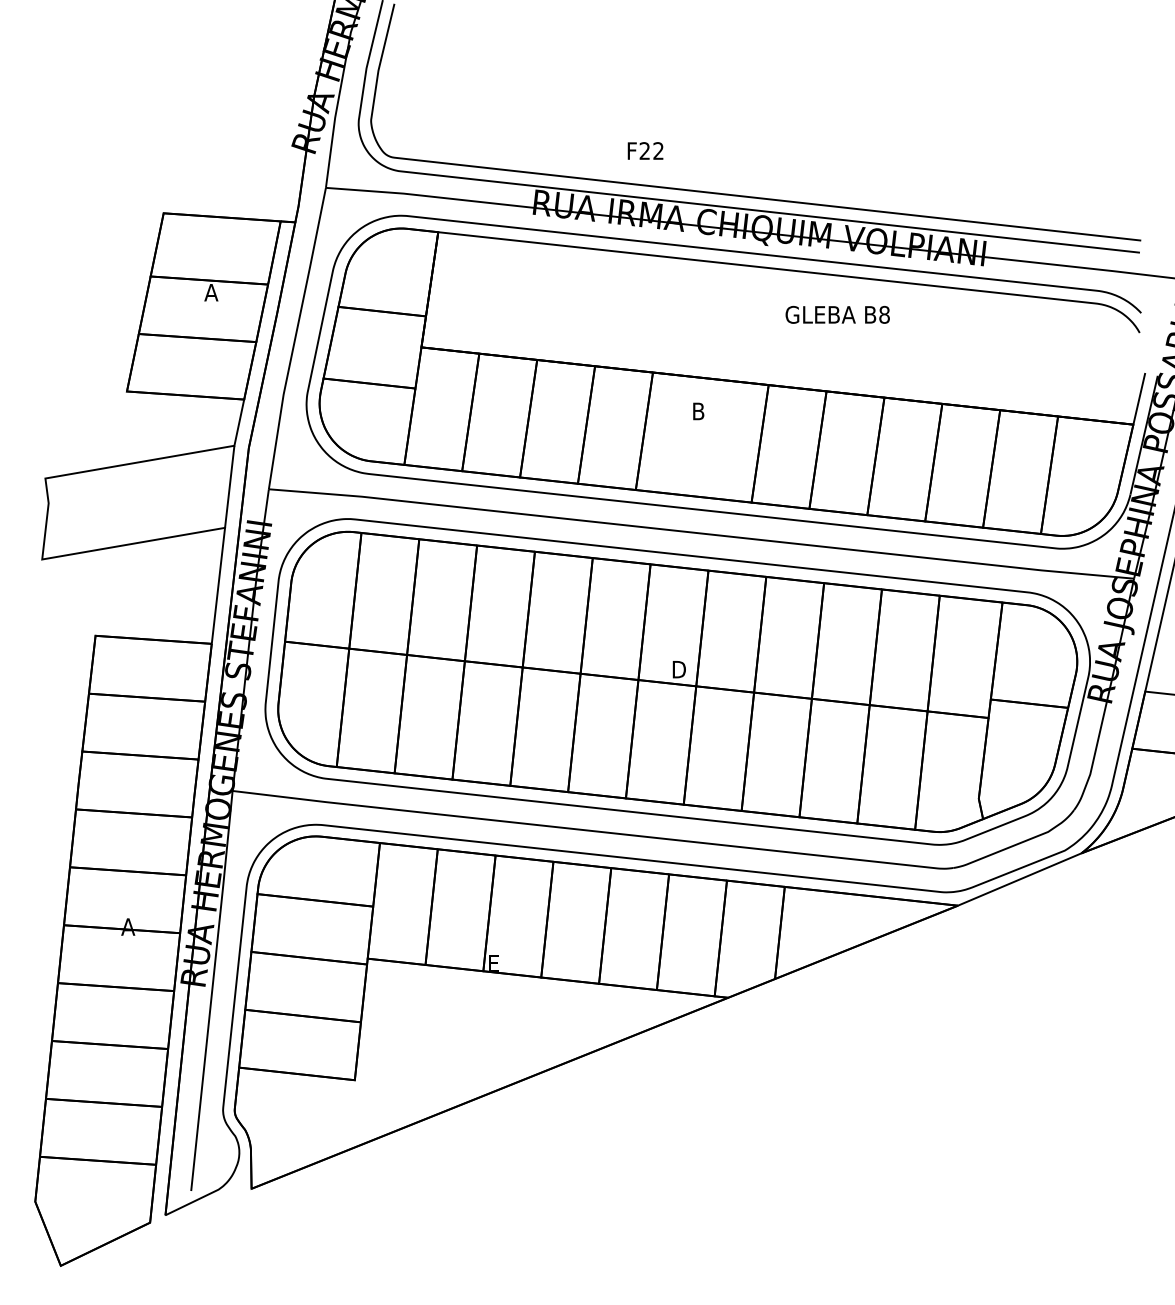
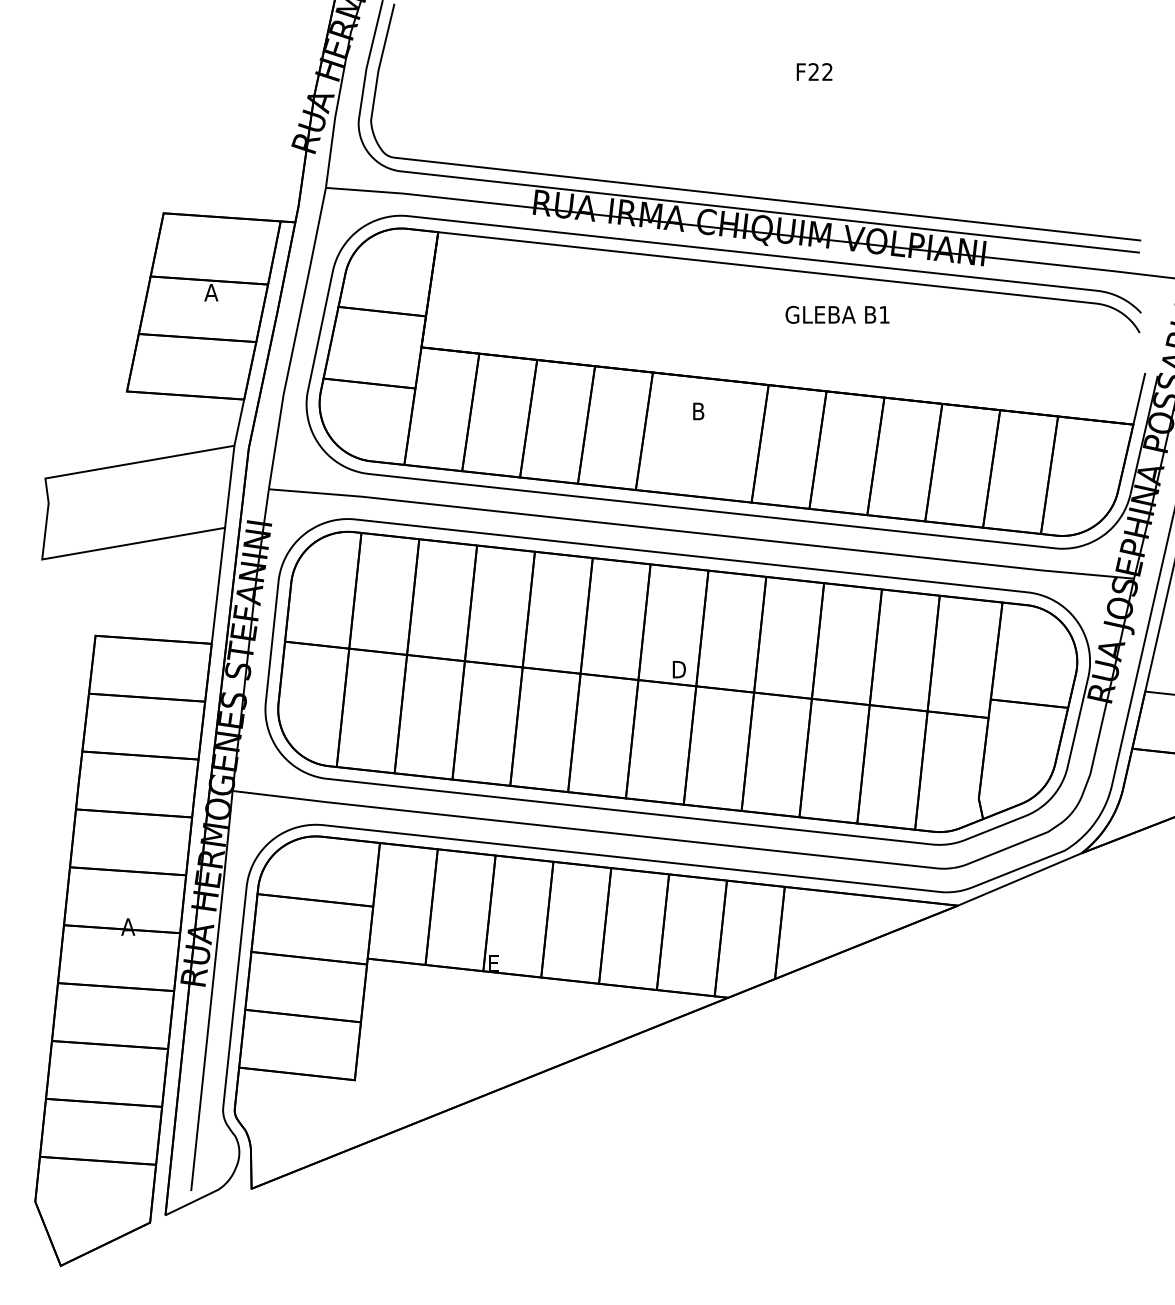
text at (645, 150) position: (645, 150) -> (814, 71)
text at (884, 314): B8 -> B1
